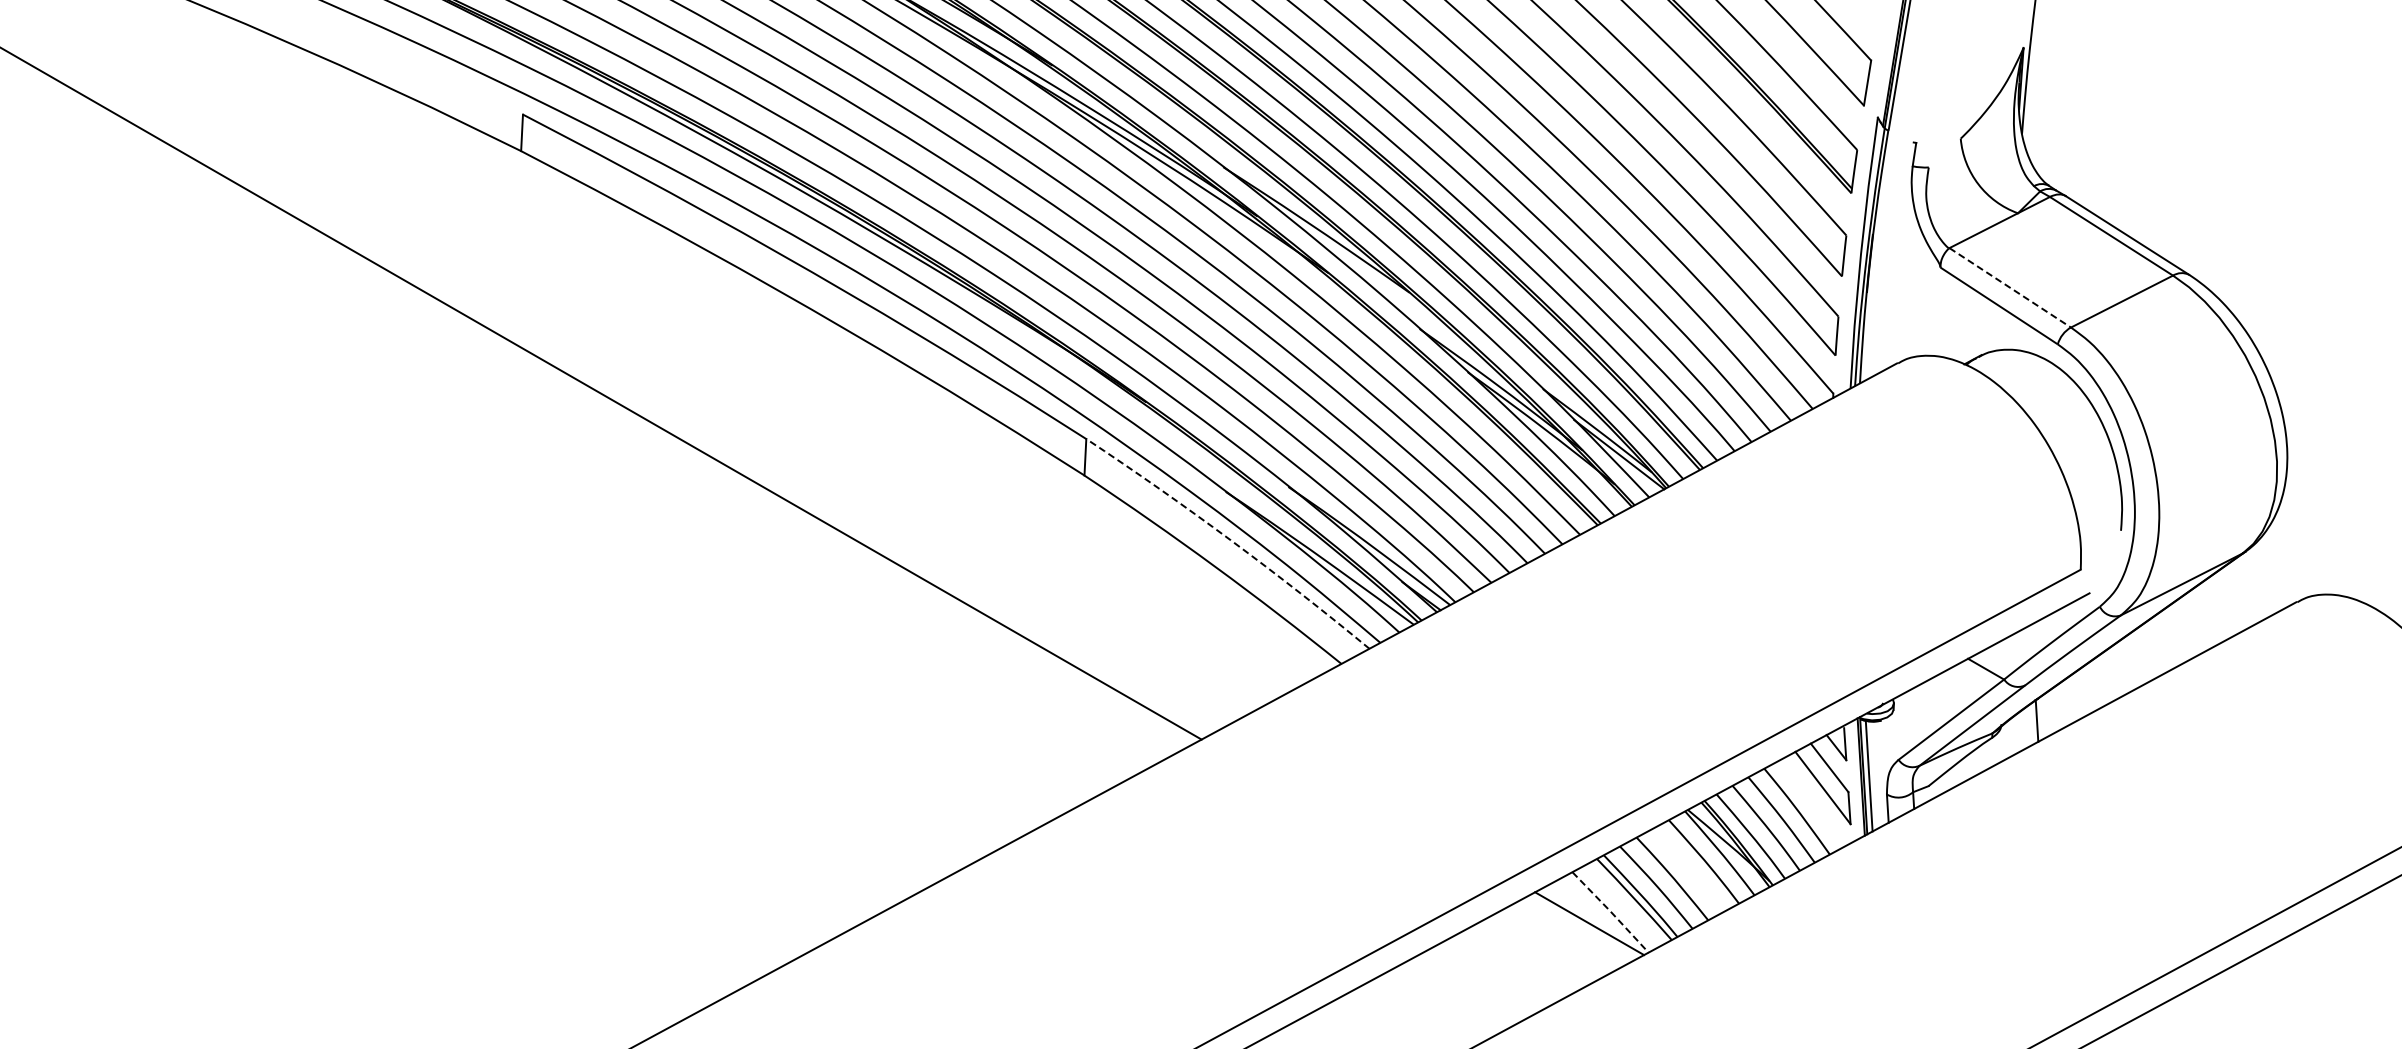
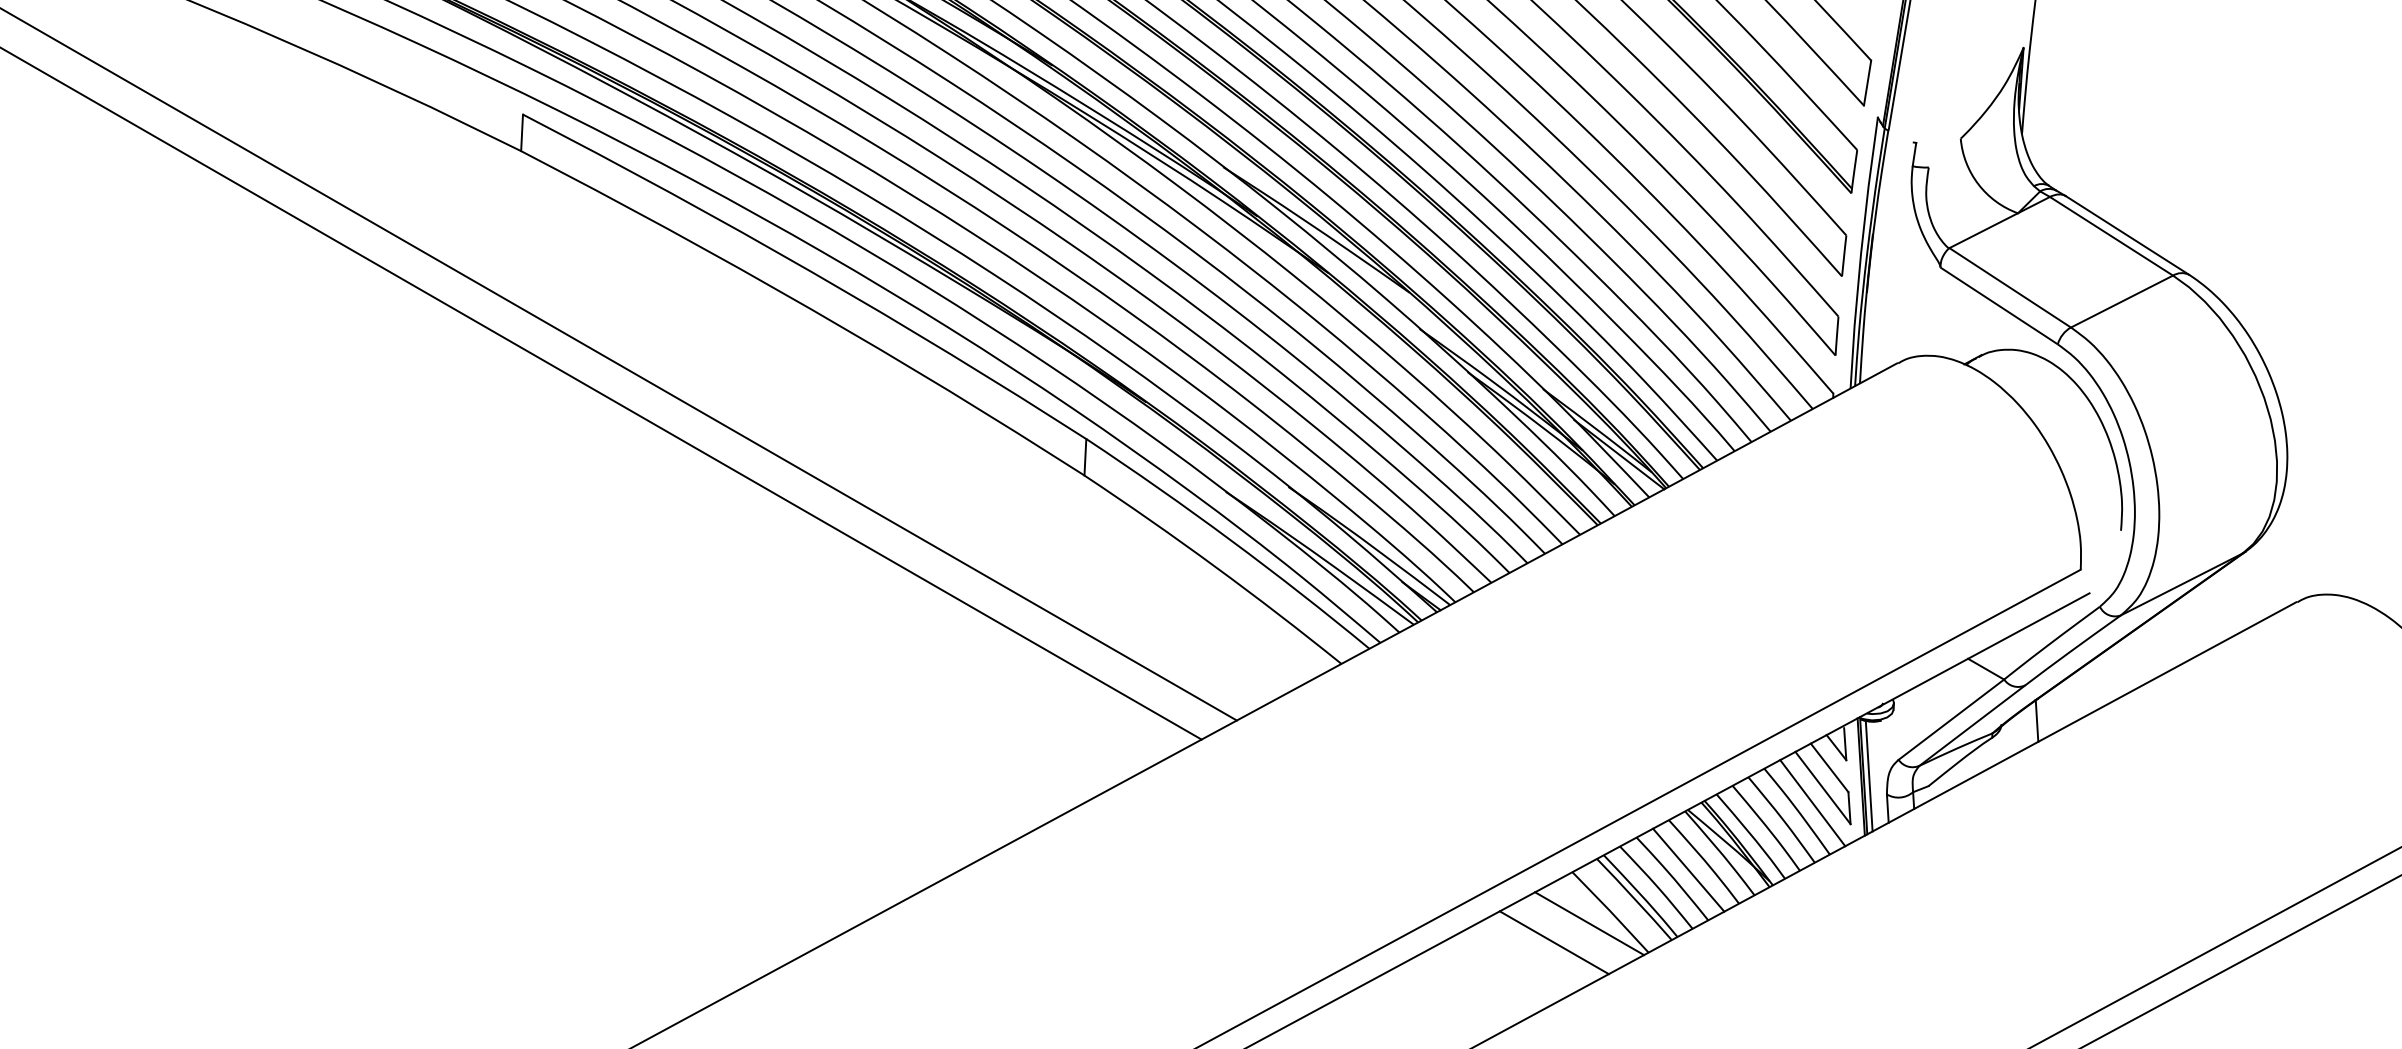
line at (2010, 287): dashed -> solid
line at (619, 364): none -> present
arc at (1230, 540): dashed -> solid
line at (1812, 803): none -> present
line at (1688, 869): none -> present
line at (1611, 912): dashed -> solid
line at (1553, 942): none -> present
